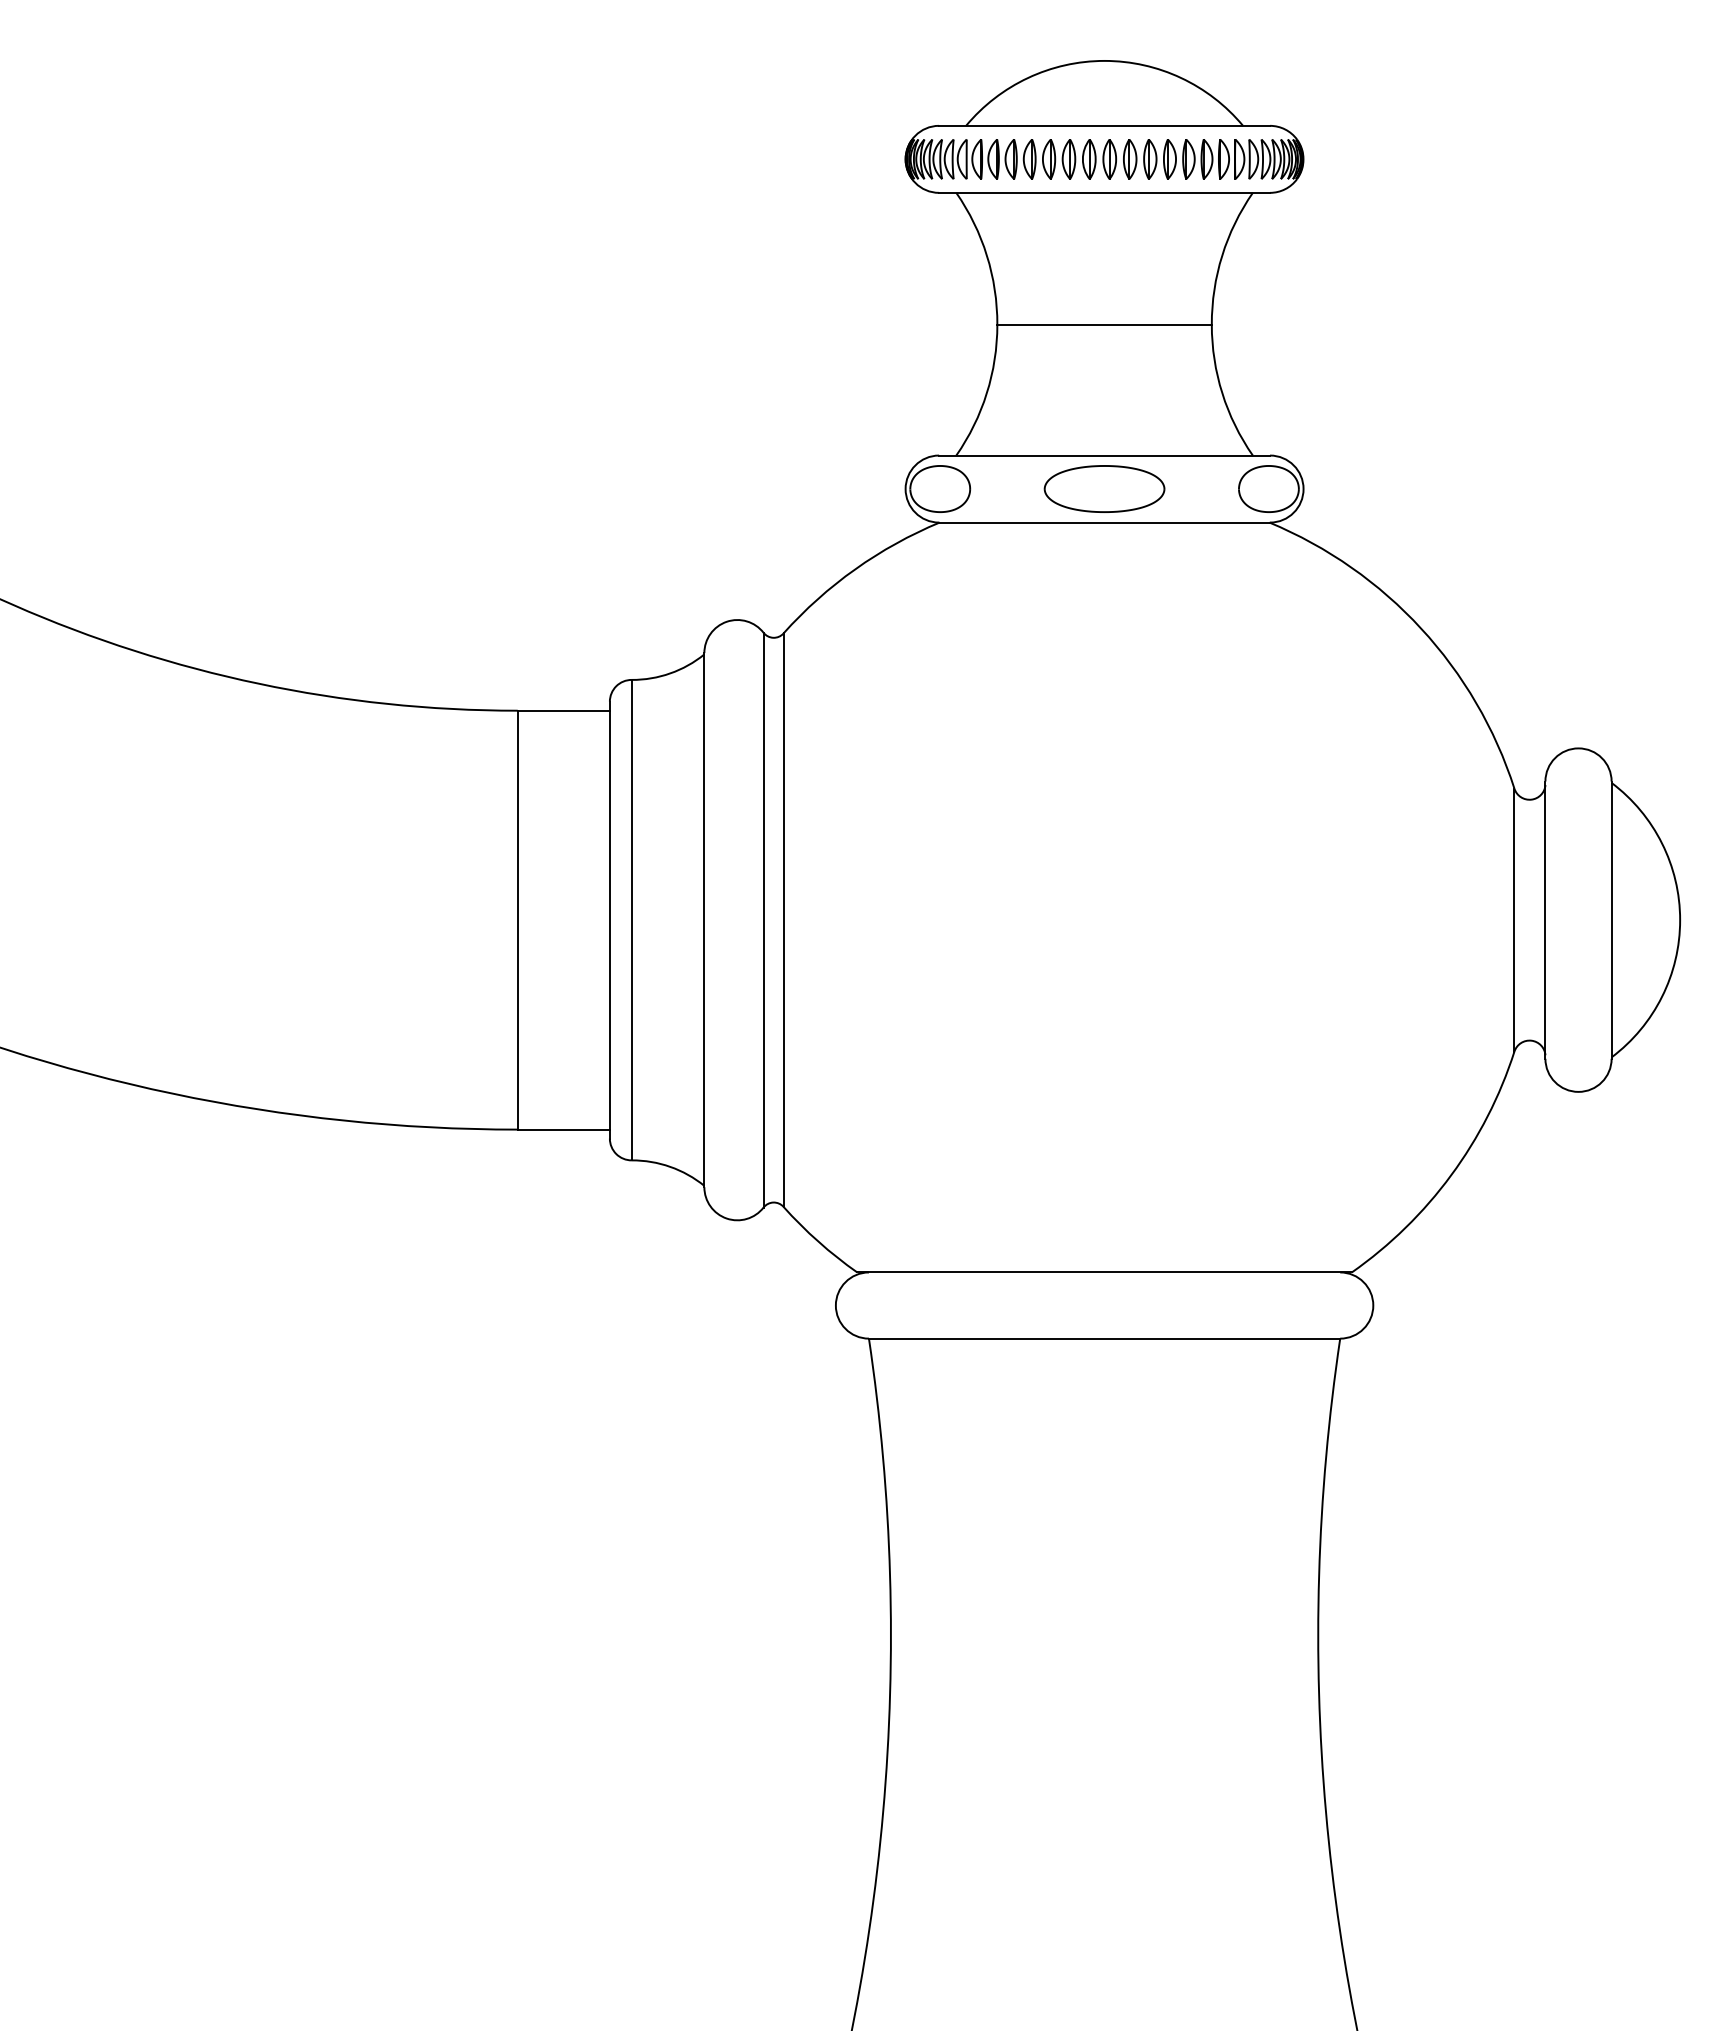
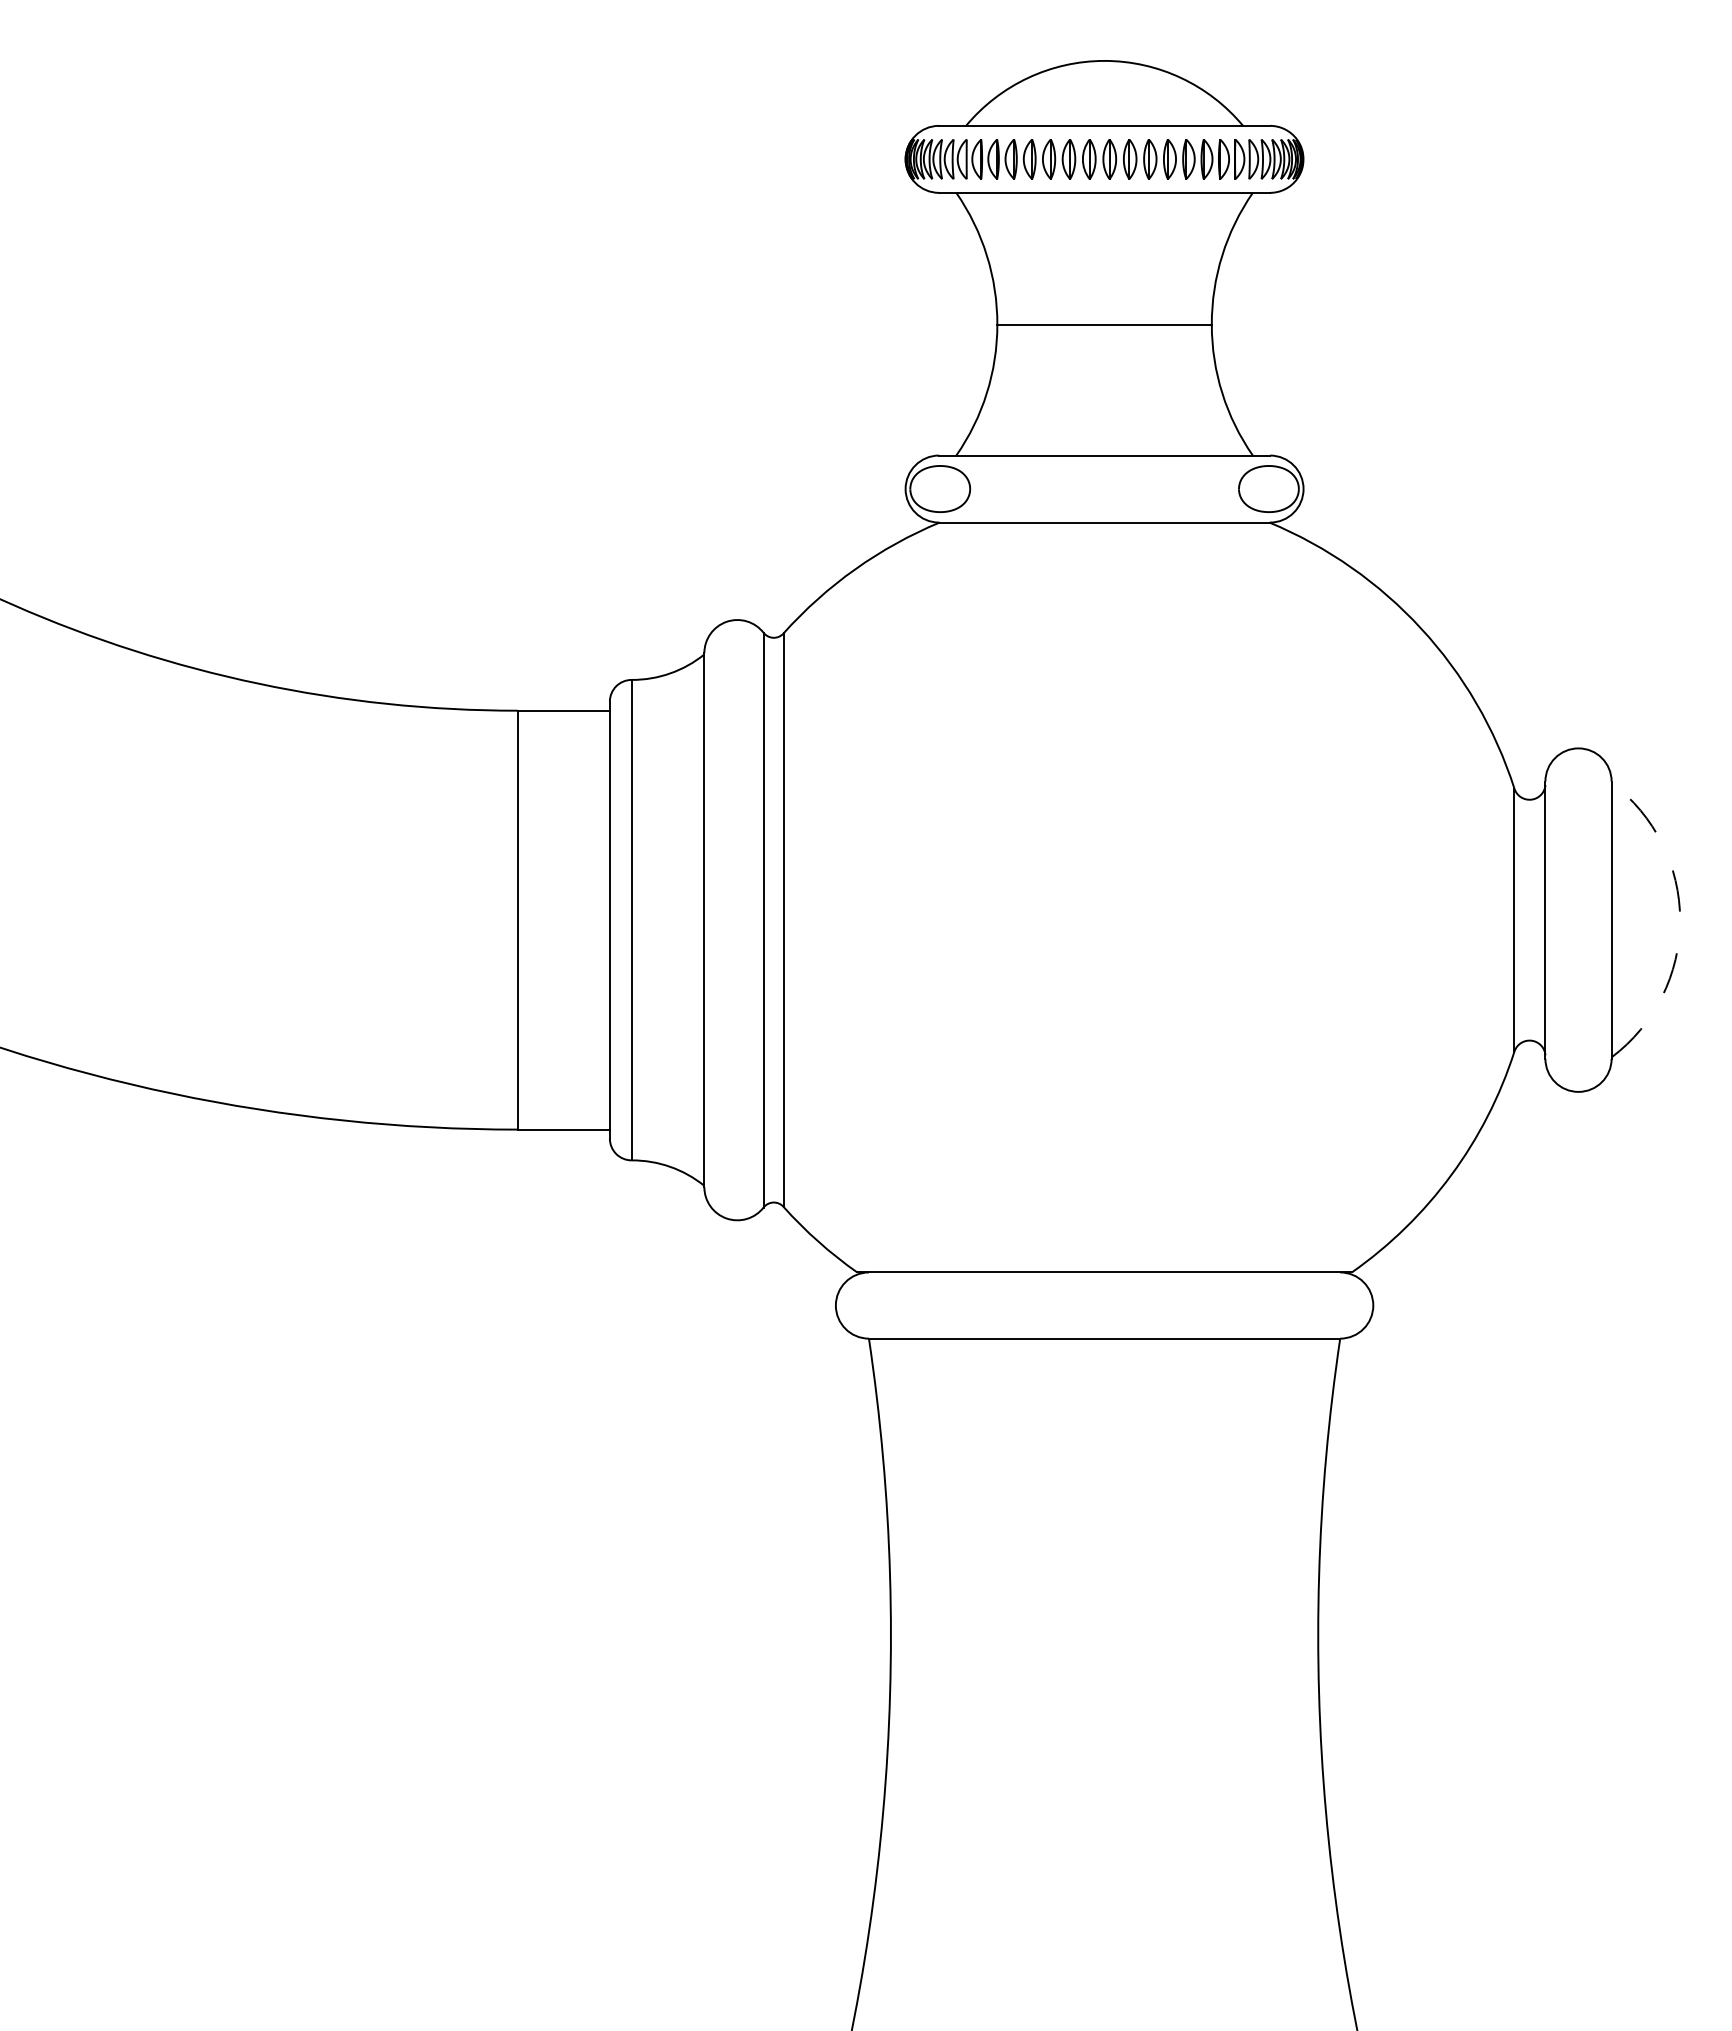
part at (1104, 488): present -> none
arc at (1680, 920): solid -> dashed
